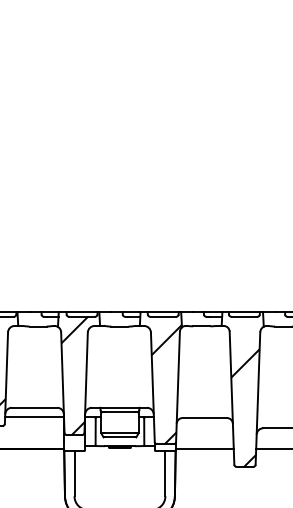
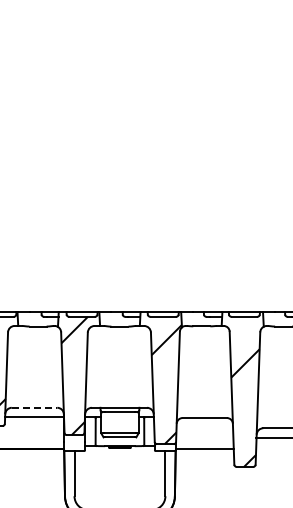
line at (34, 407): solid -> dashed
line at (272, 448) position: (272, 448) -> (272, 437)
